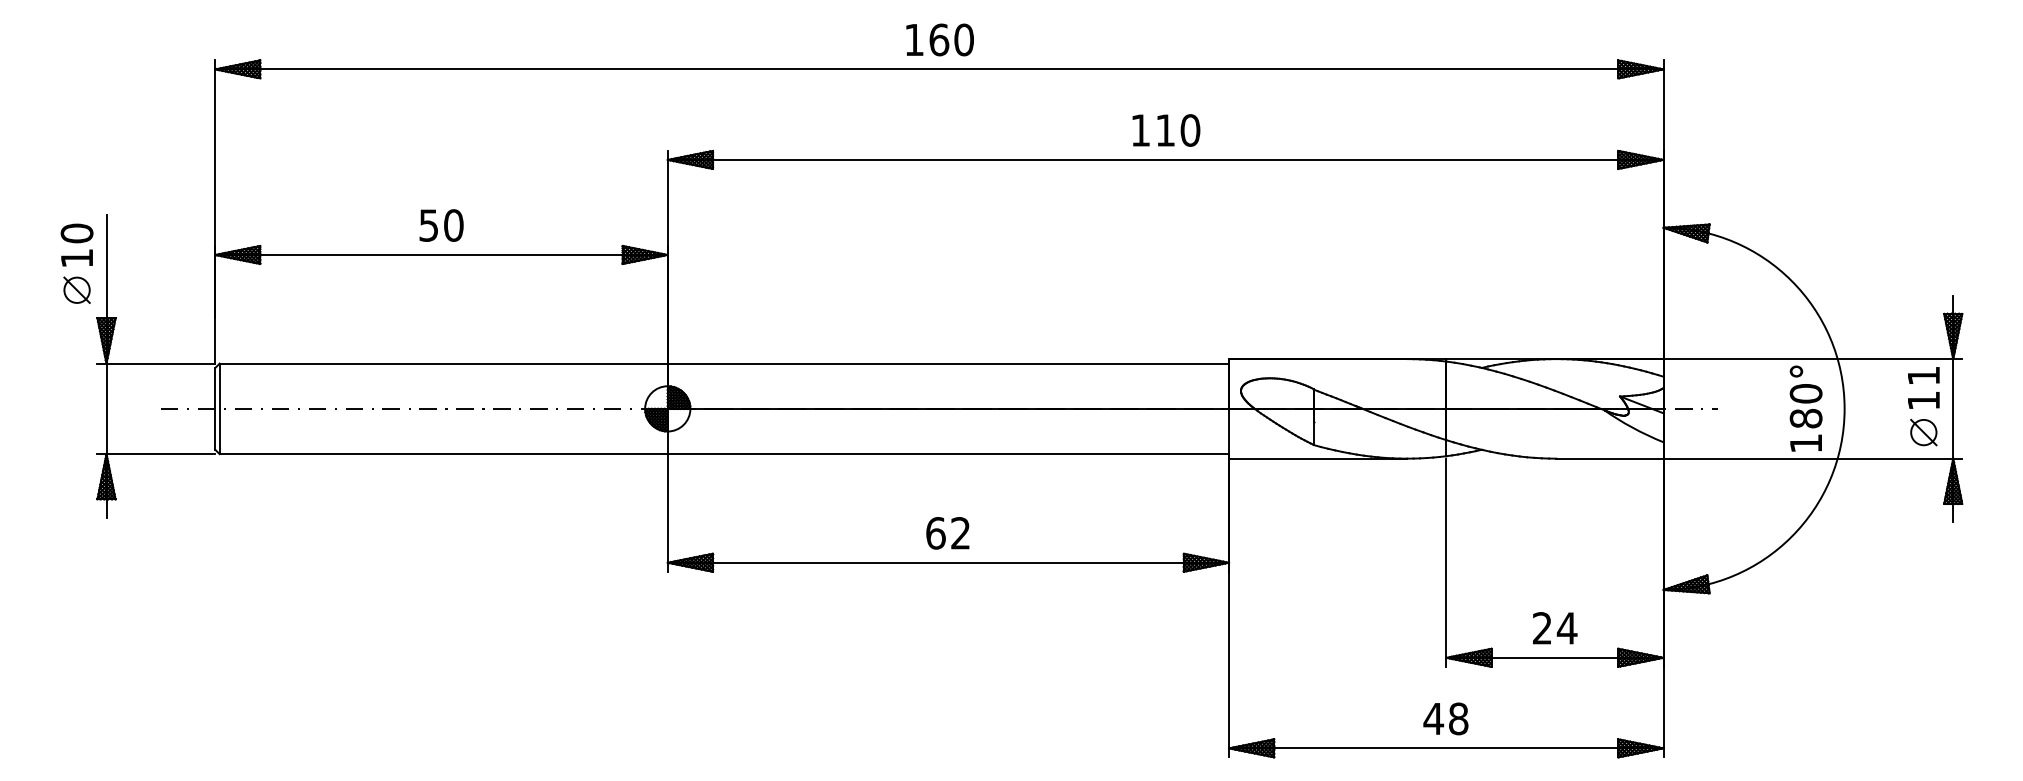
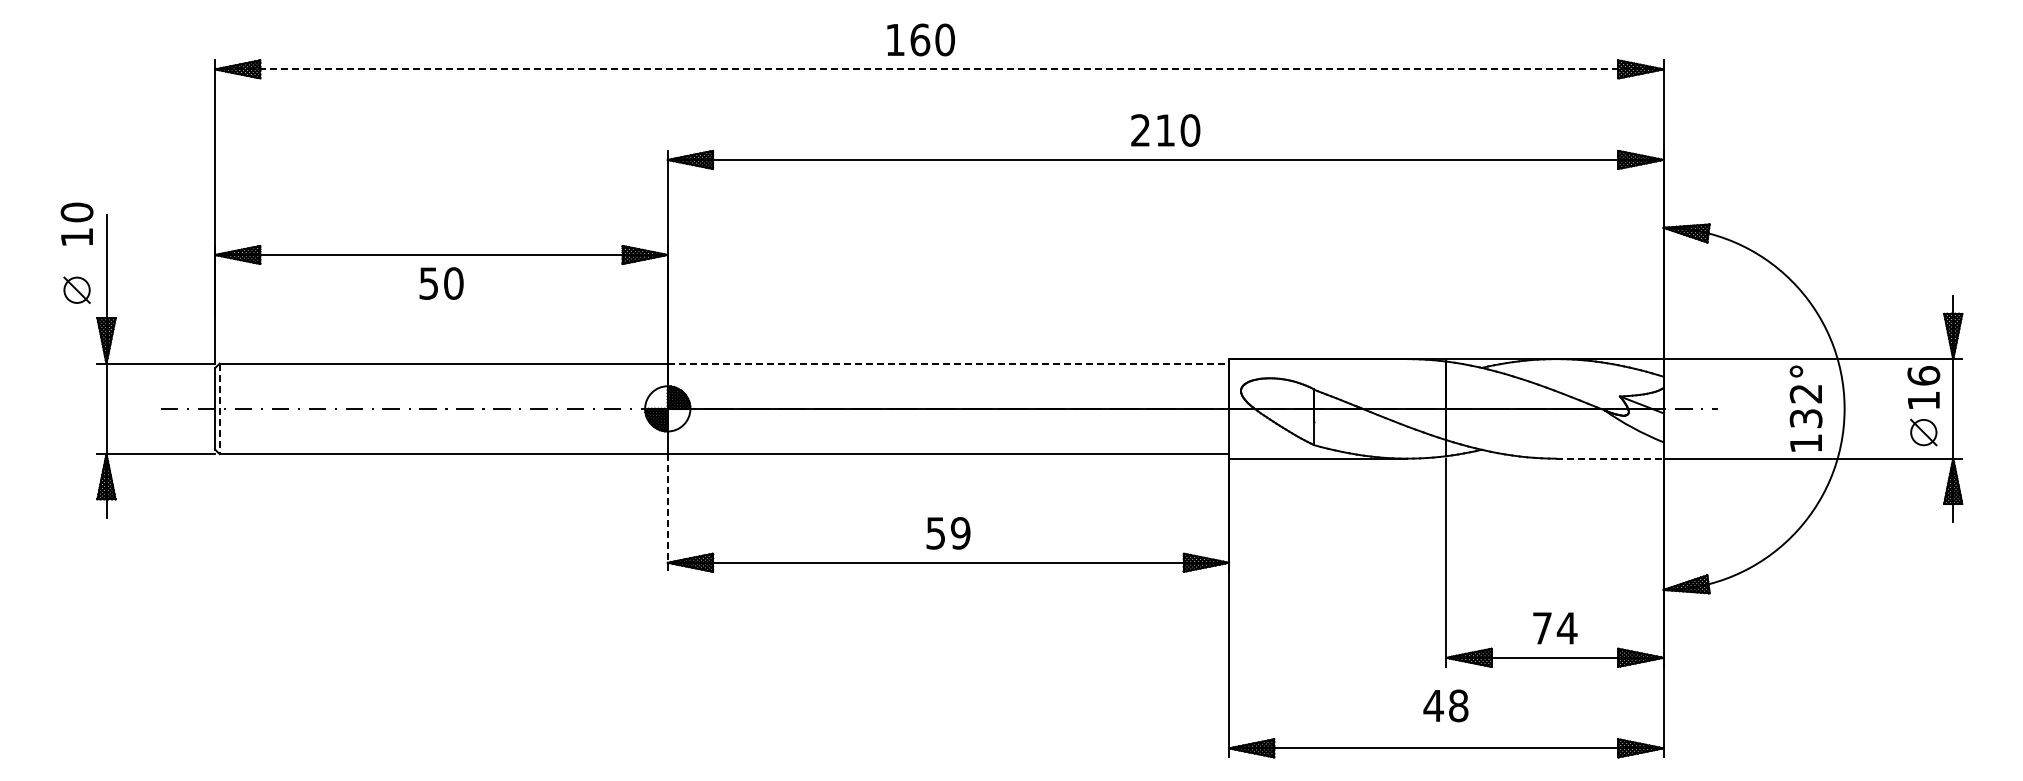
text at (939, 39) position: (939, 39) -> (920, 39)
line at (939, 69): solid -> dashed
text at (1140, 130): 110 -> 210
text at (441, 225) position: (441, 225) -> (441, 283)
text at (76, 244) position: (76, 244) -> (76, 223)
line at (948, 363): solid -> dashed
text at (1923, 375): 11 -> 16
text at (1805, 406): 180° -> 132°
line at (219, 409): solid -> dashed
line at (1610, 458): solid -> dashed
line at (667, 512): solid -> dashed
text at (948, 533): 62 -> 59
text at (1542, 628): 24 -> 74
text at (1445, 718) position: (1445, 718) -> (1445, 705)
